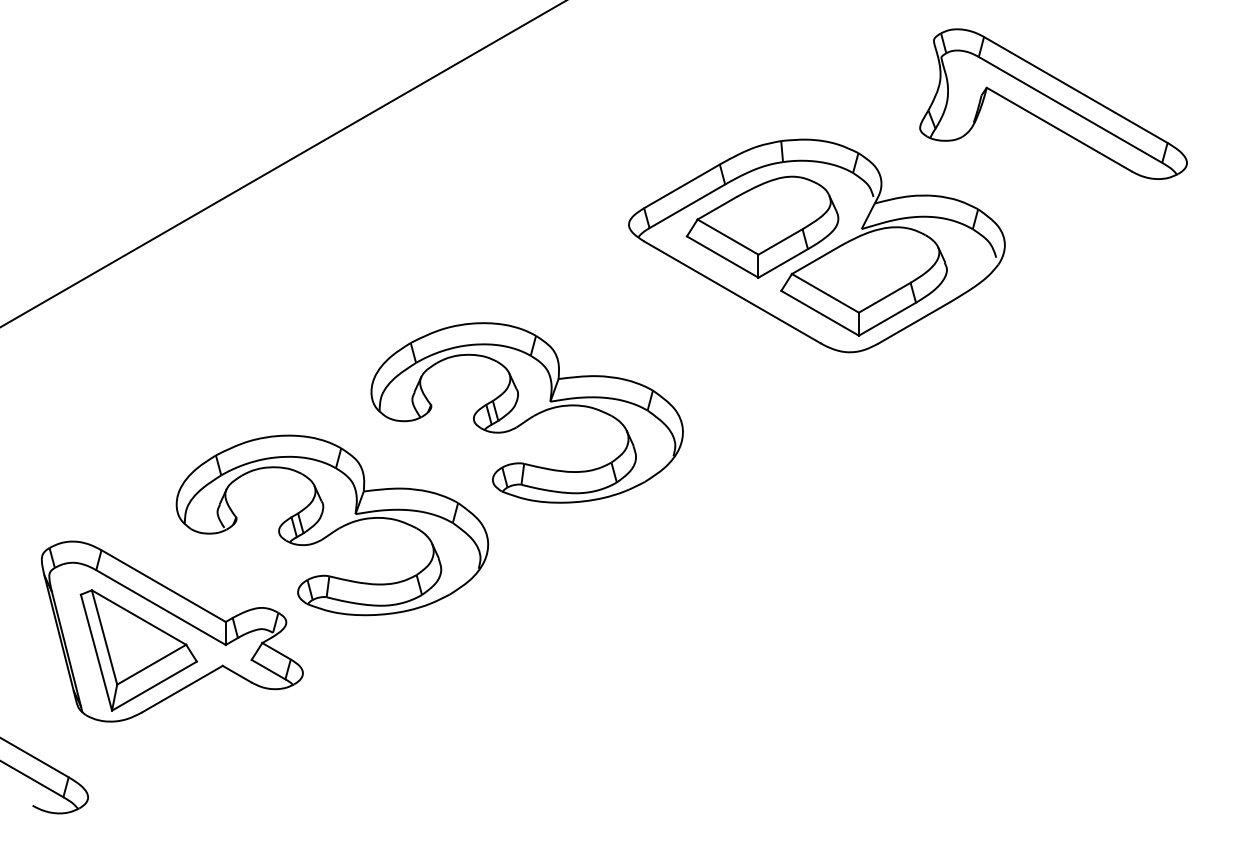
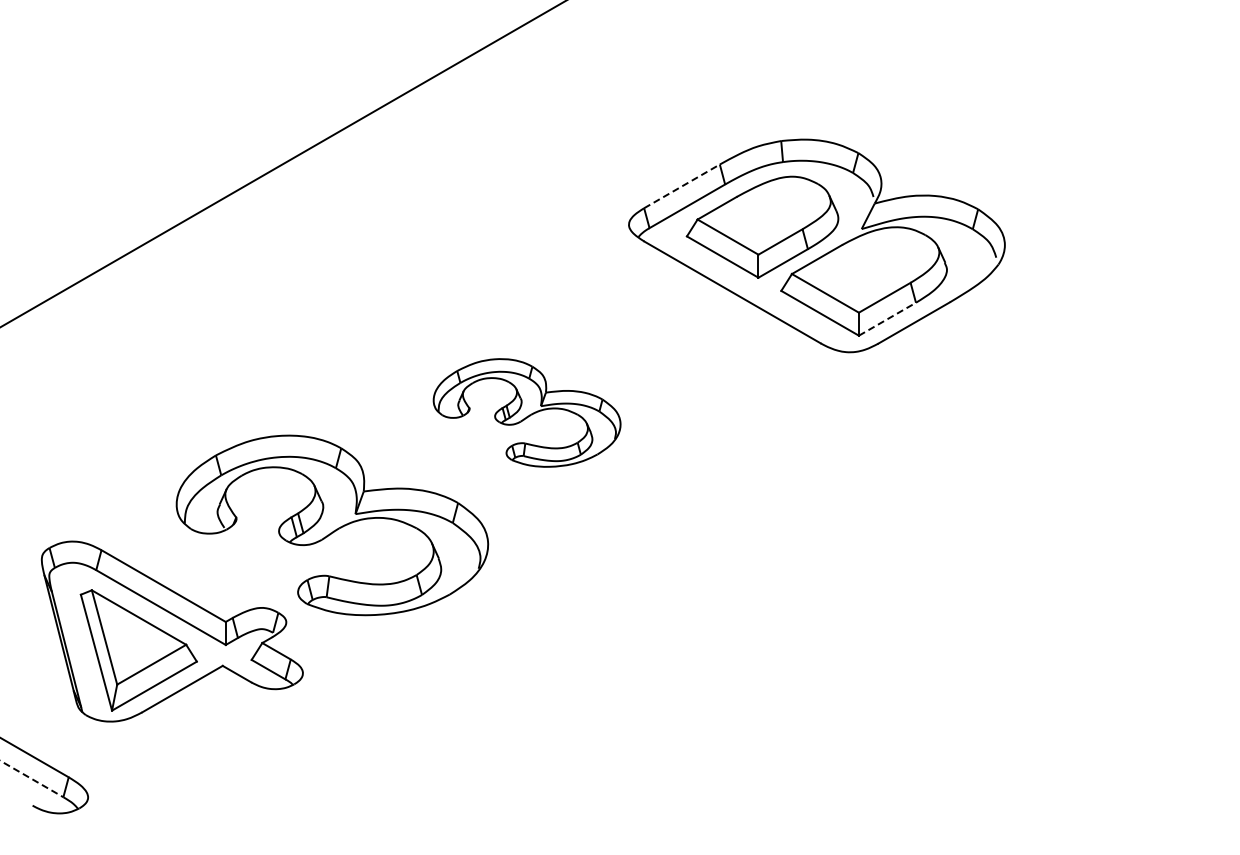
part at (1053, 103): present -> none
line at (682, 186): solid -> dashed
line at (887, 319): solid -> dashed
part at (526, 412) size: 314x182 px -> 190x110 px
line at (32, 779): solid -> dashed
